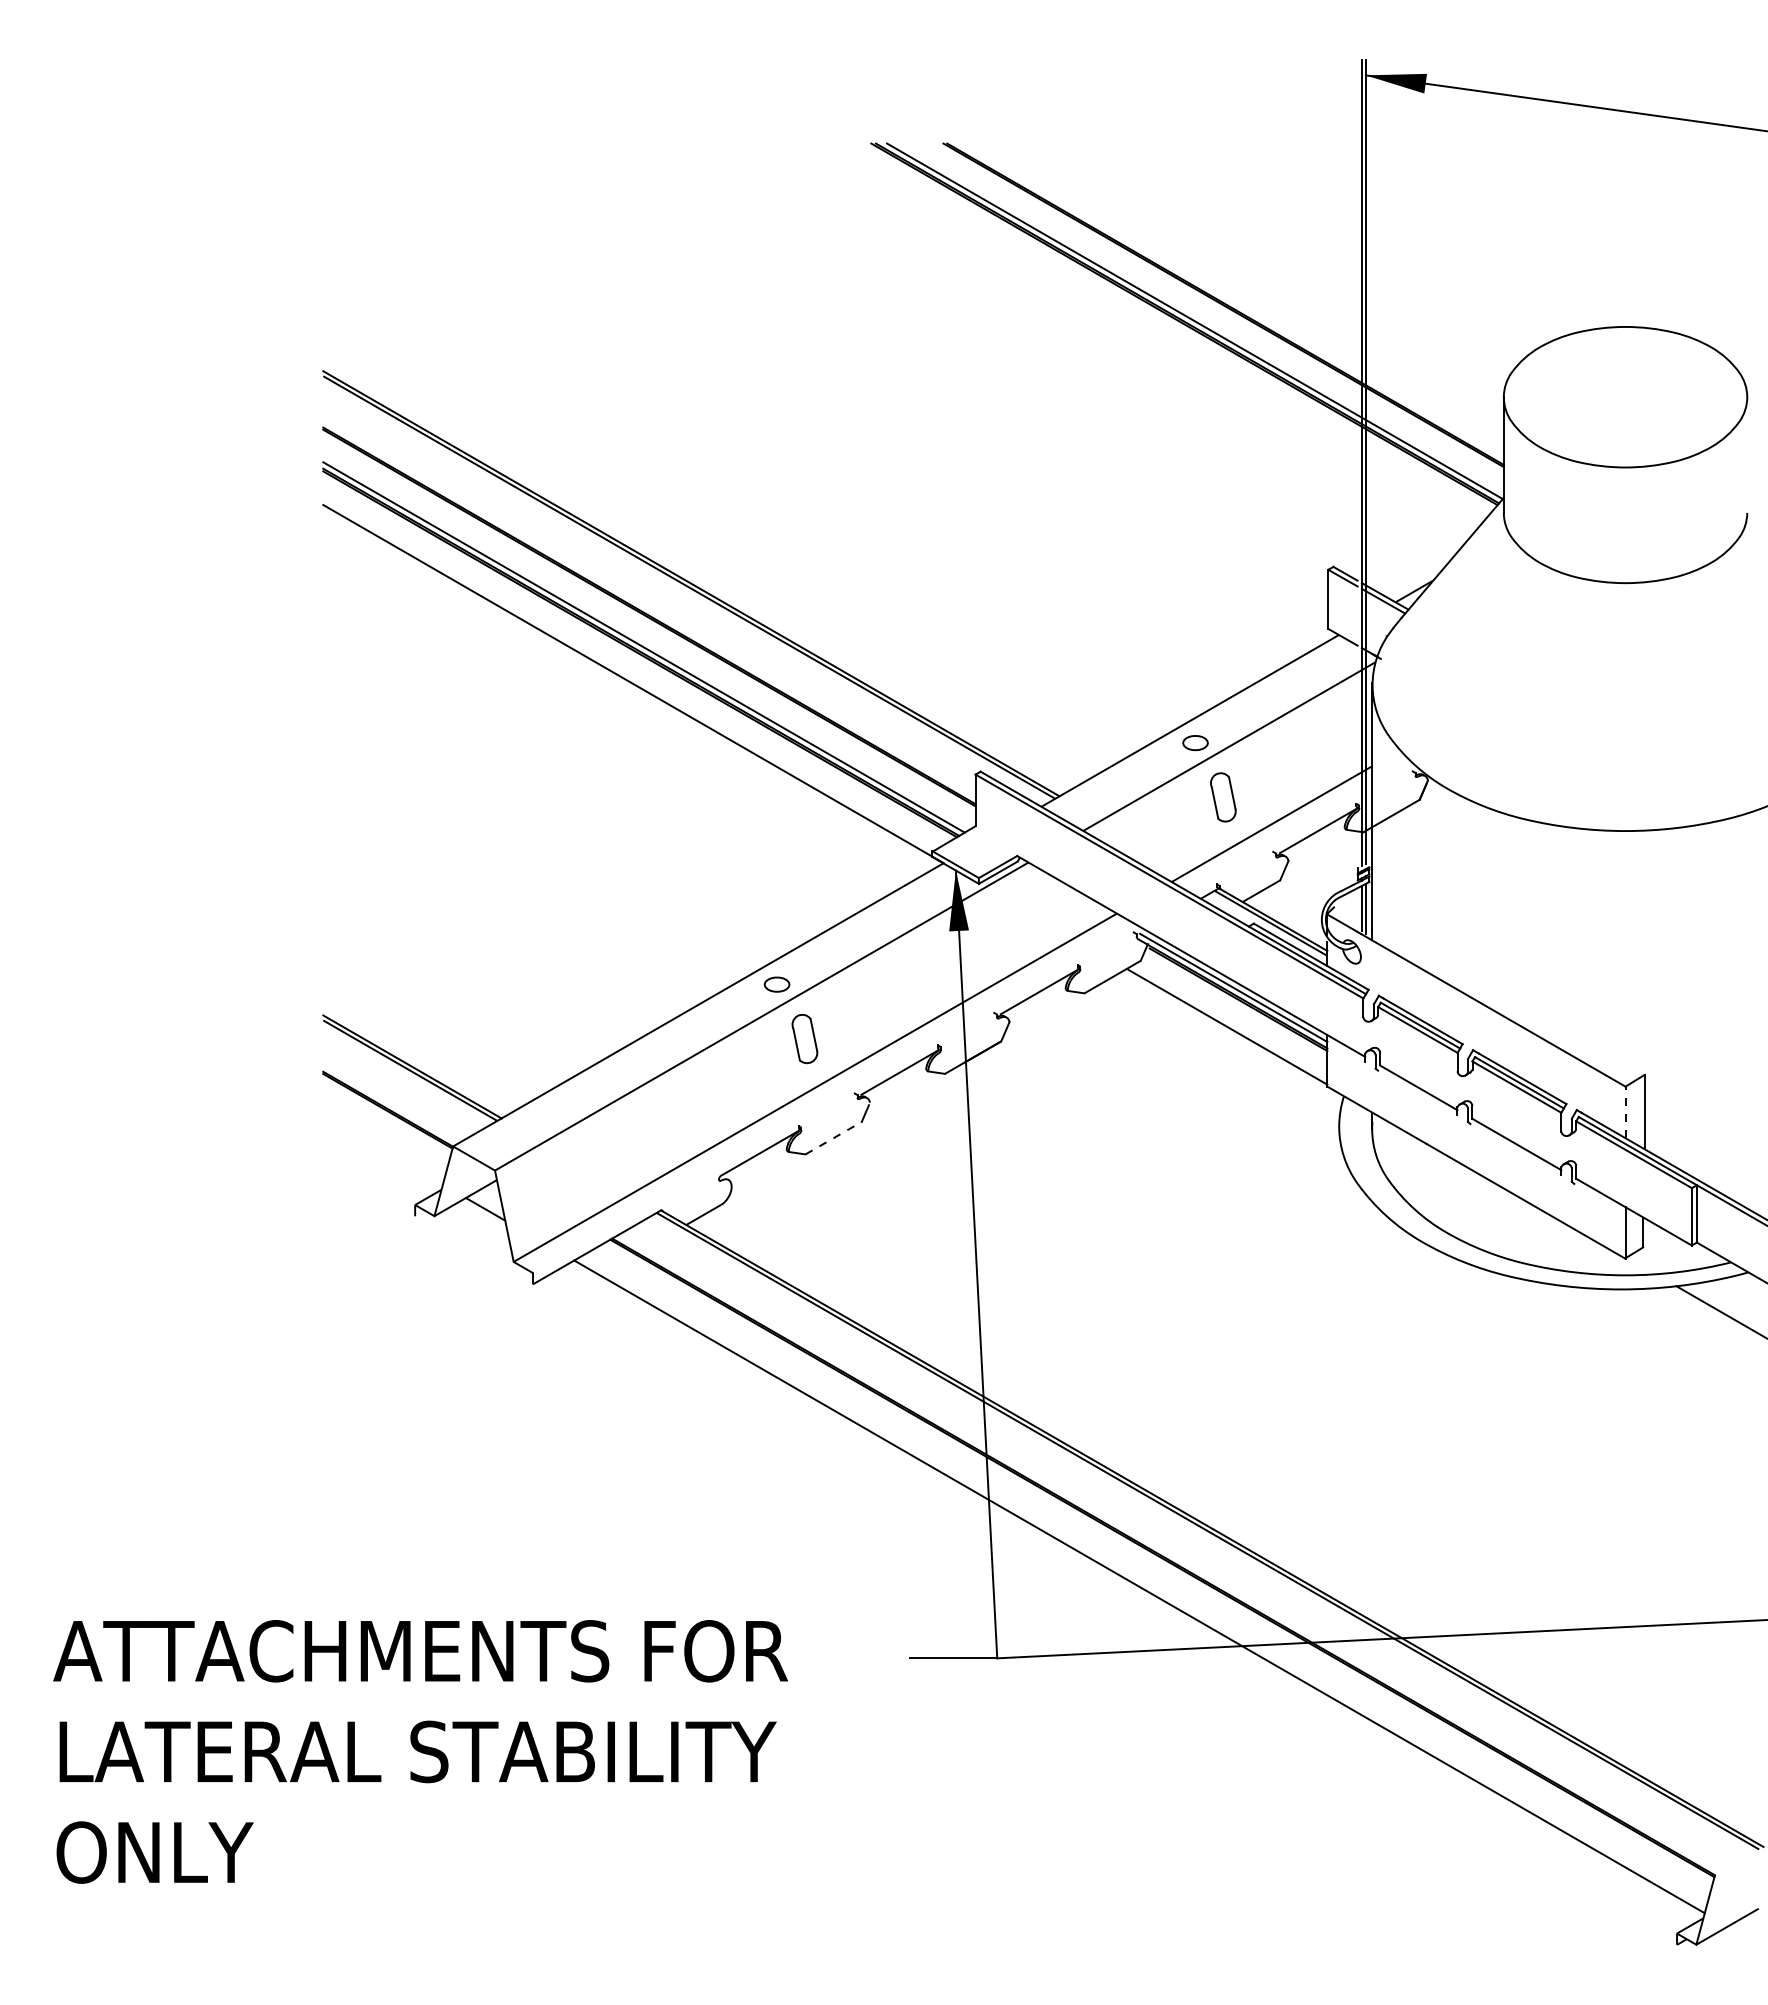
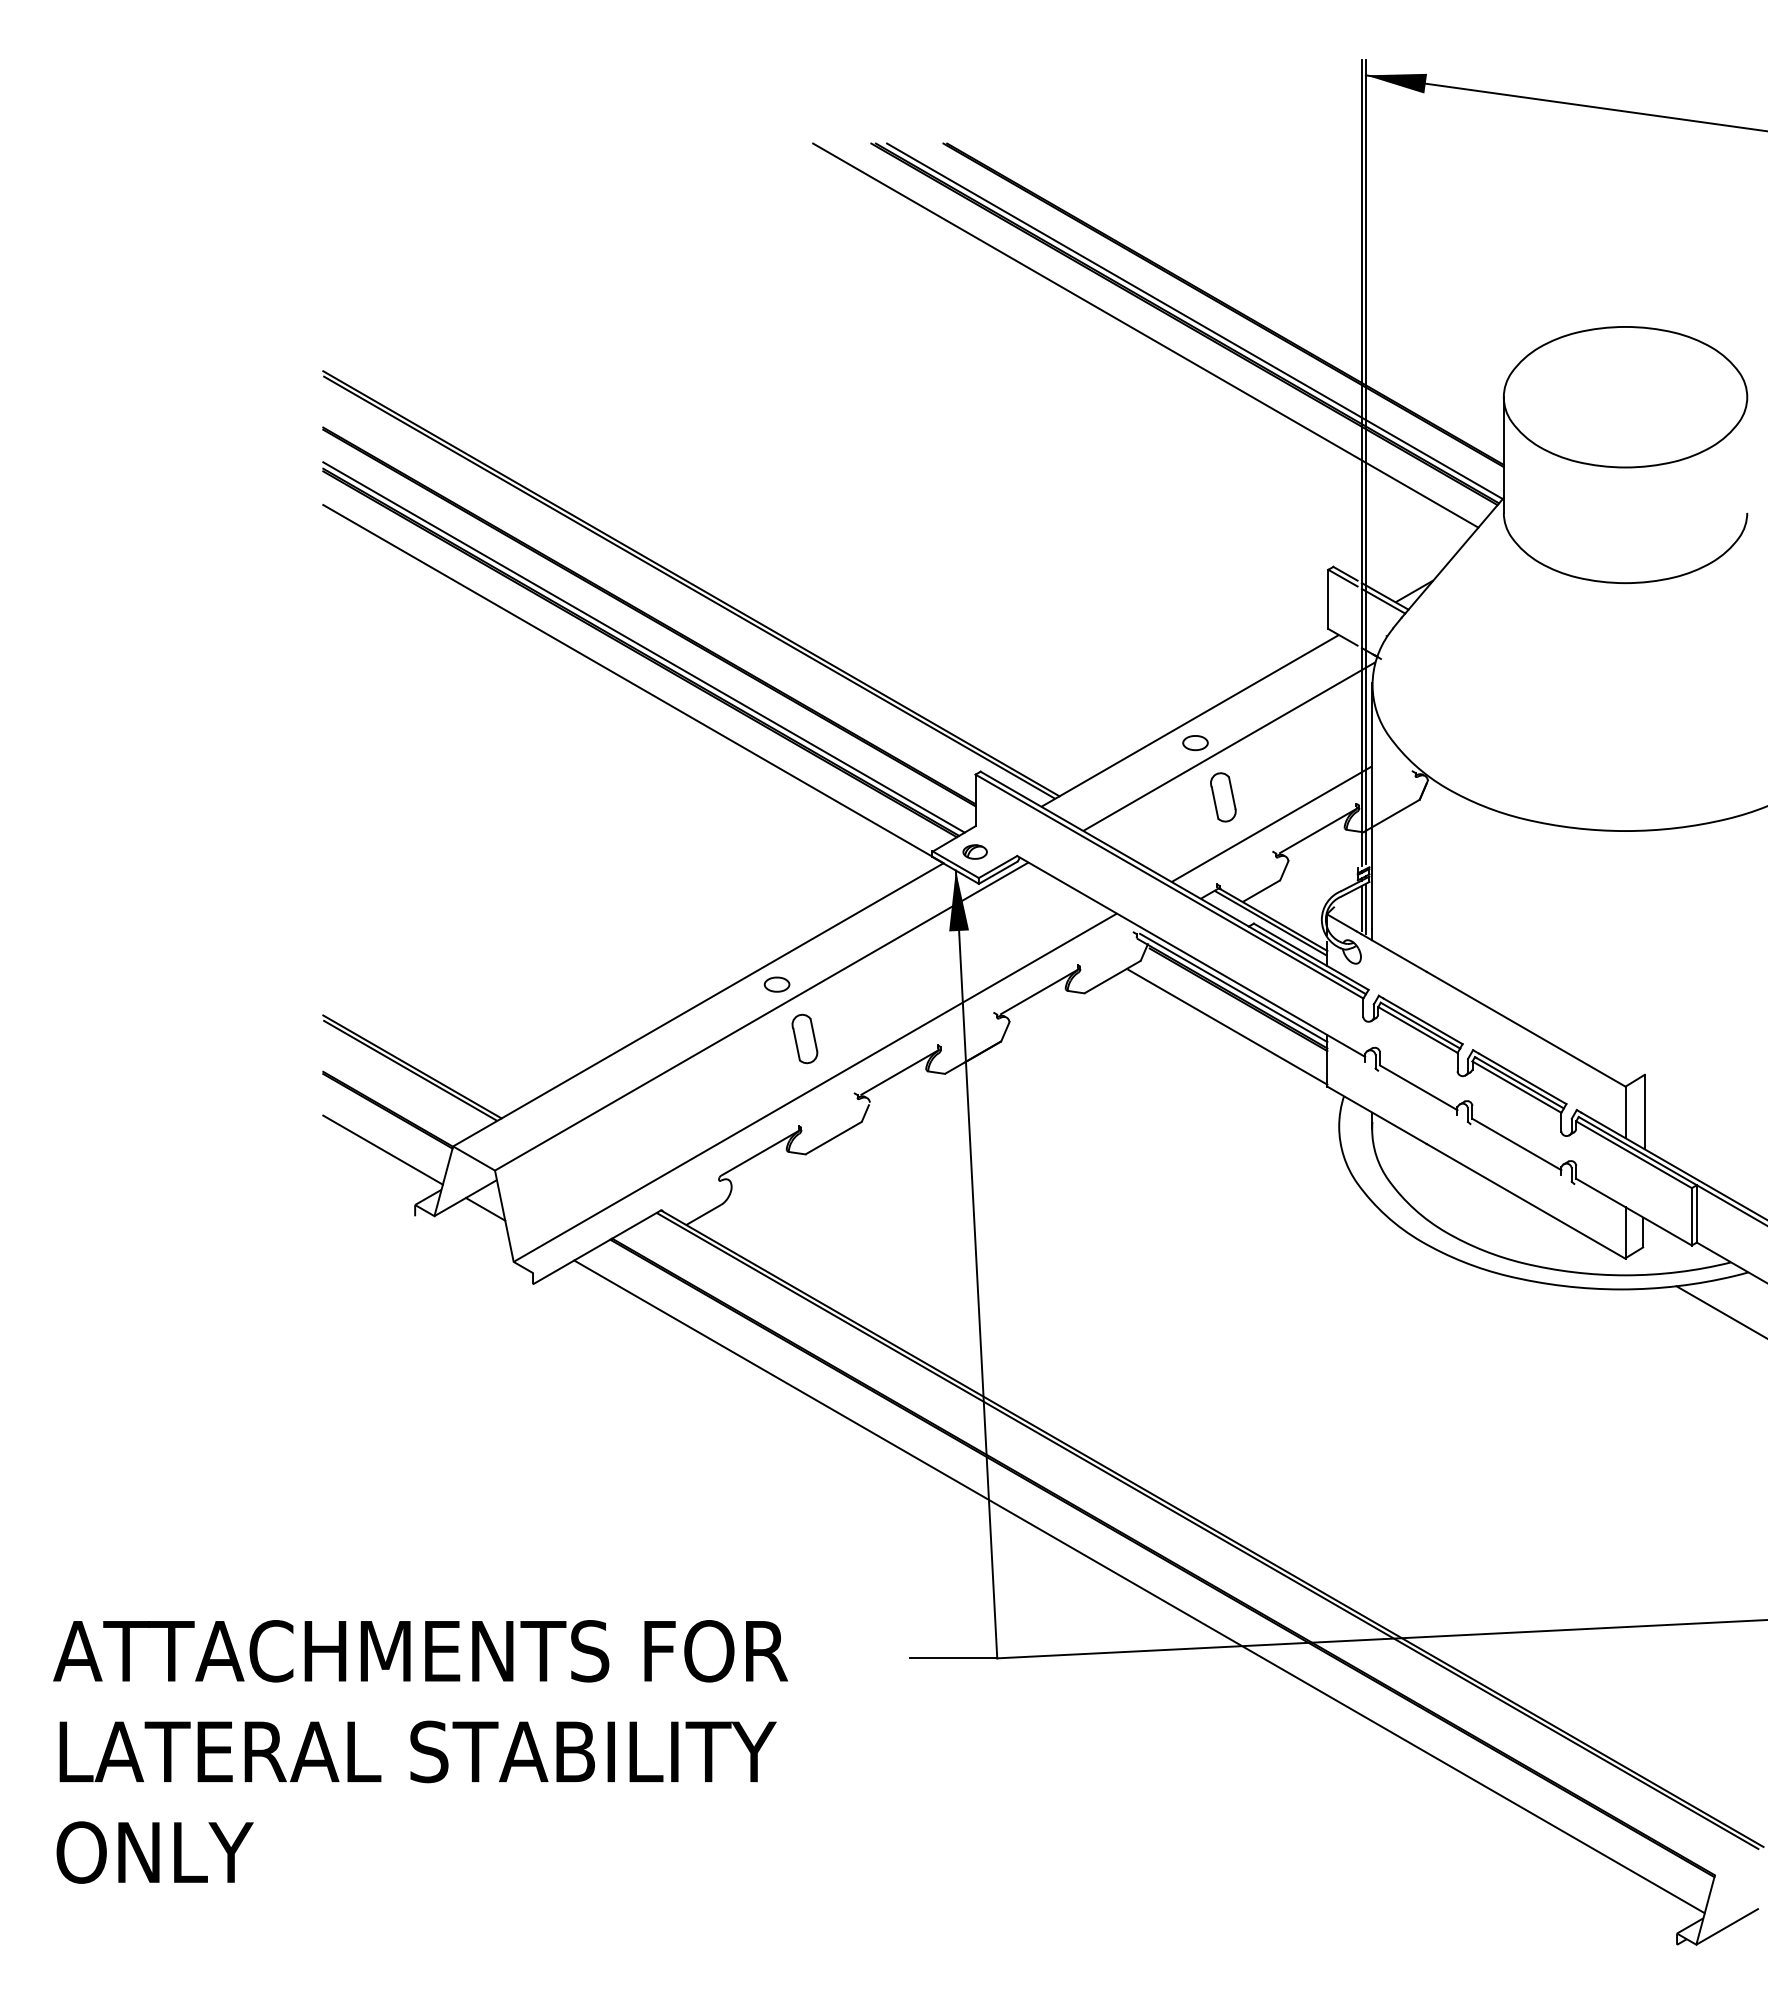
line at (1145, 335): none -> present
part at (974, 851): none -> present
line at (1625, 1112): dashed -> solid
line at (833, 1138): dashed -> solid
line at (382, 1149): none -> present
